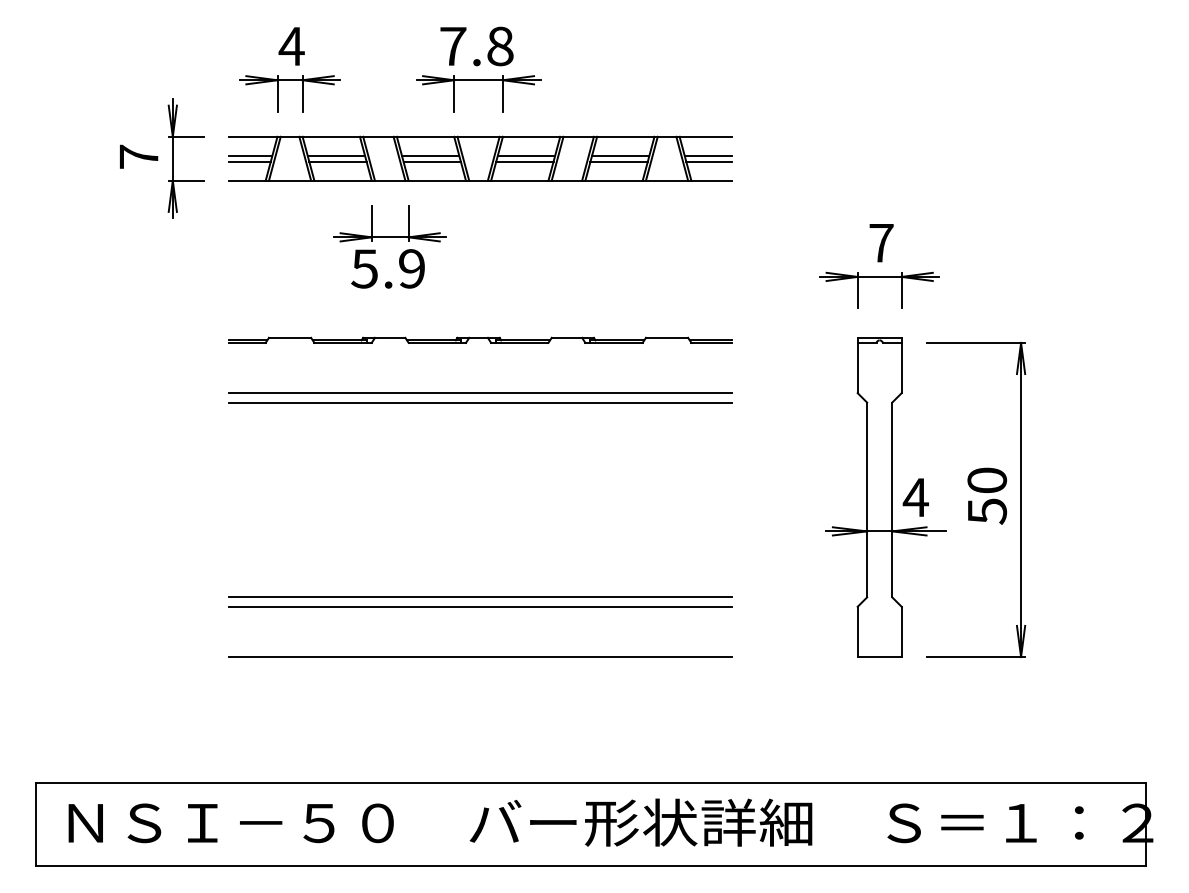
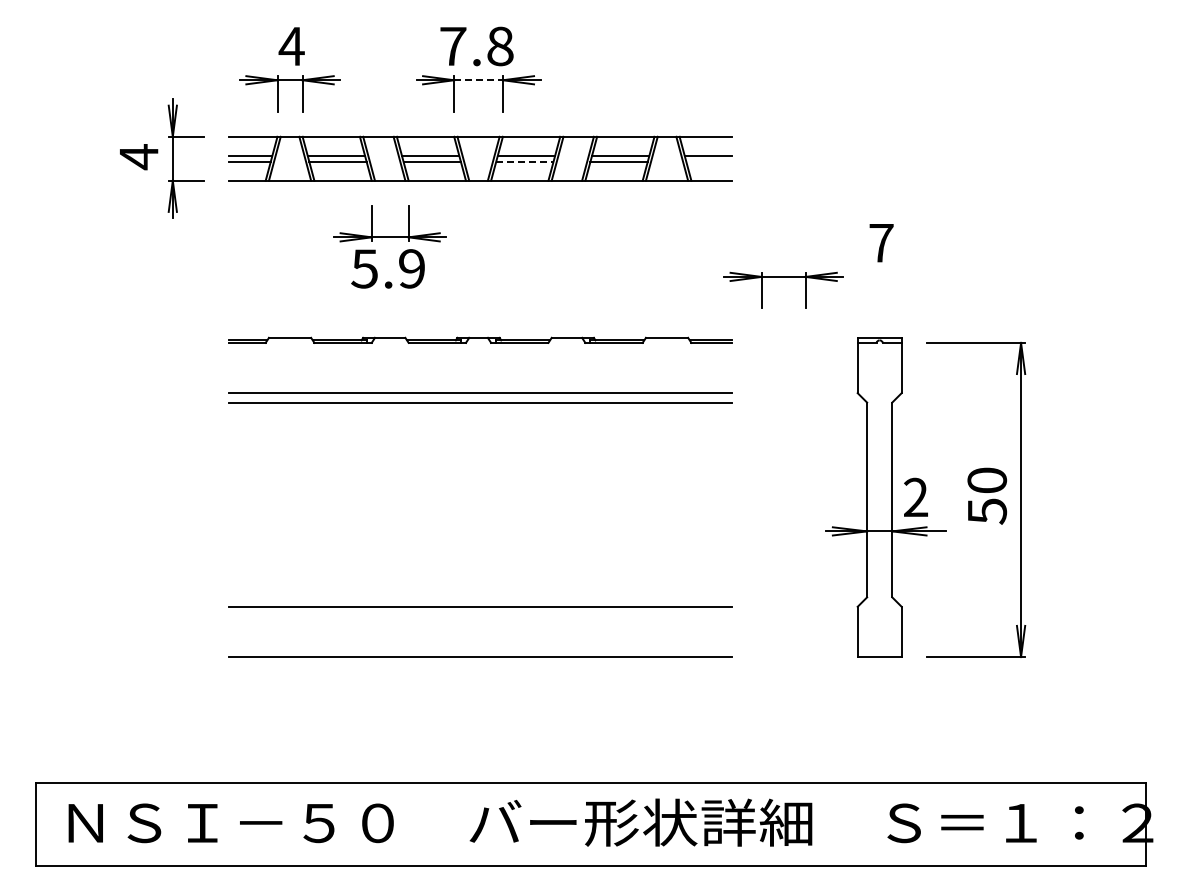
line at (479, 80): solid -> dashed
text at (138, 157): 7 -> 4
line at (524, 161): solid -> dashed
line at (709, 161): present -> none
part at (879, 277) position: (879, 277) -> (783, 277)
text at (915, 496): 4 -> 2
line at (480, 597): present -> none
